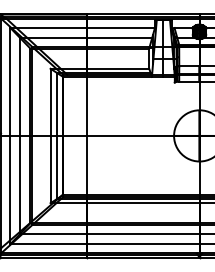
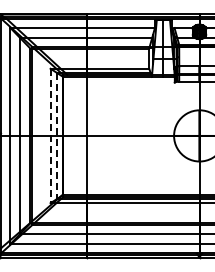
line at (50, 136): solid -> dashed
line at (56, 136): solid -> dashed
